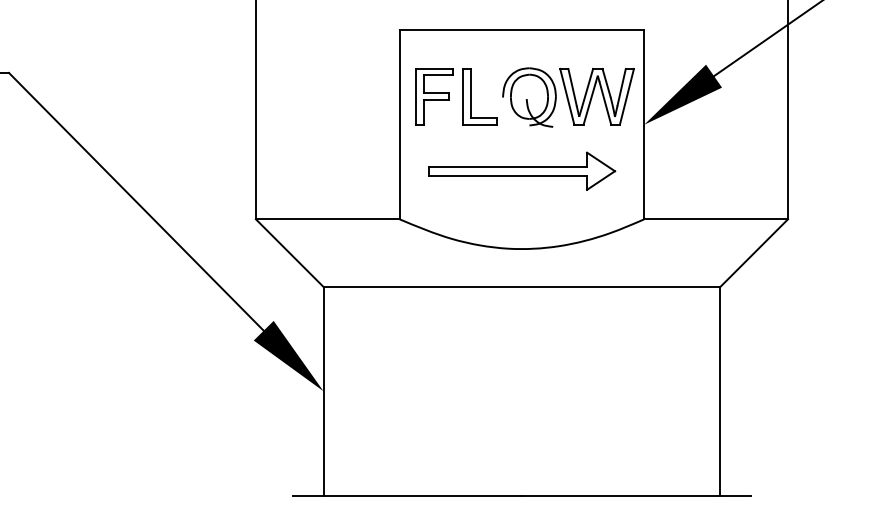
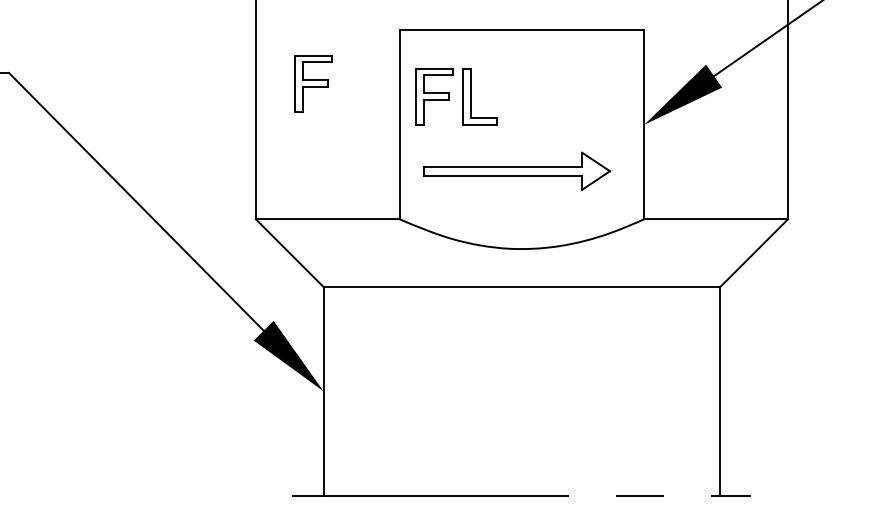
part at (313, 83): none -> present
part at (568, 97): present -> none
part at (522, 170) position: (522, 170) -> (517, 170)
line at (636, 495): solid -> dashed
